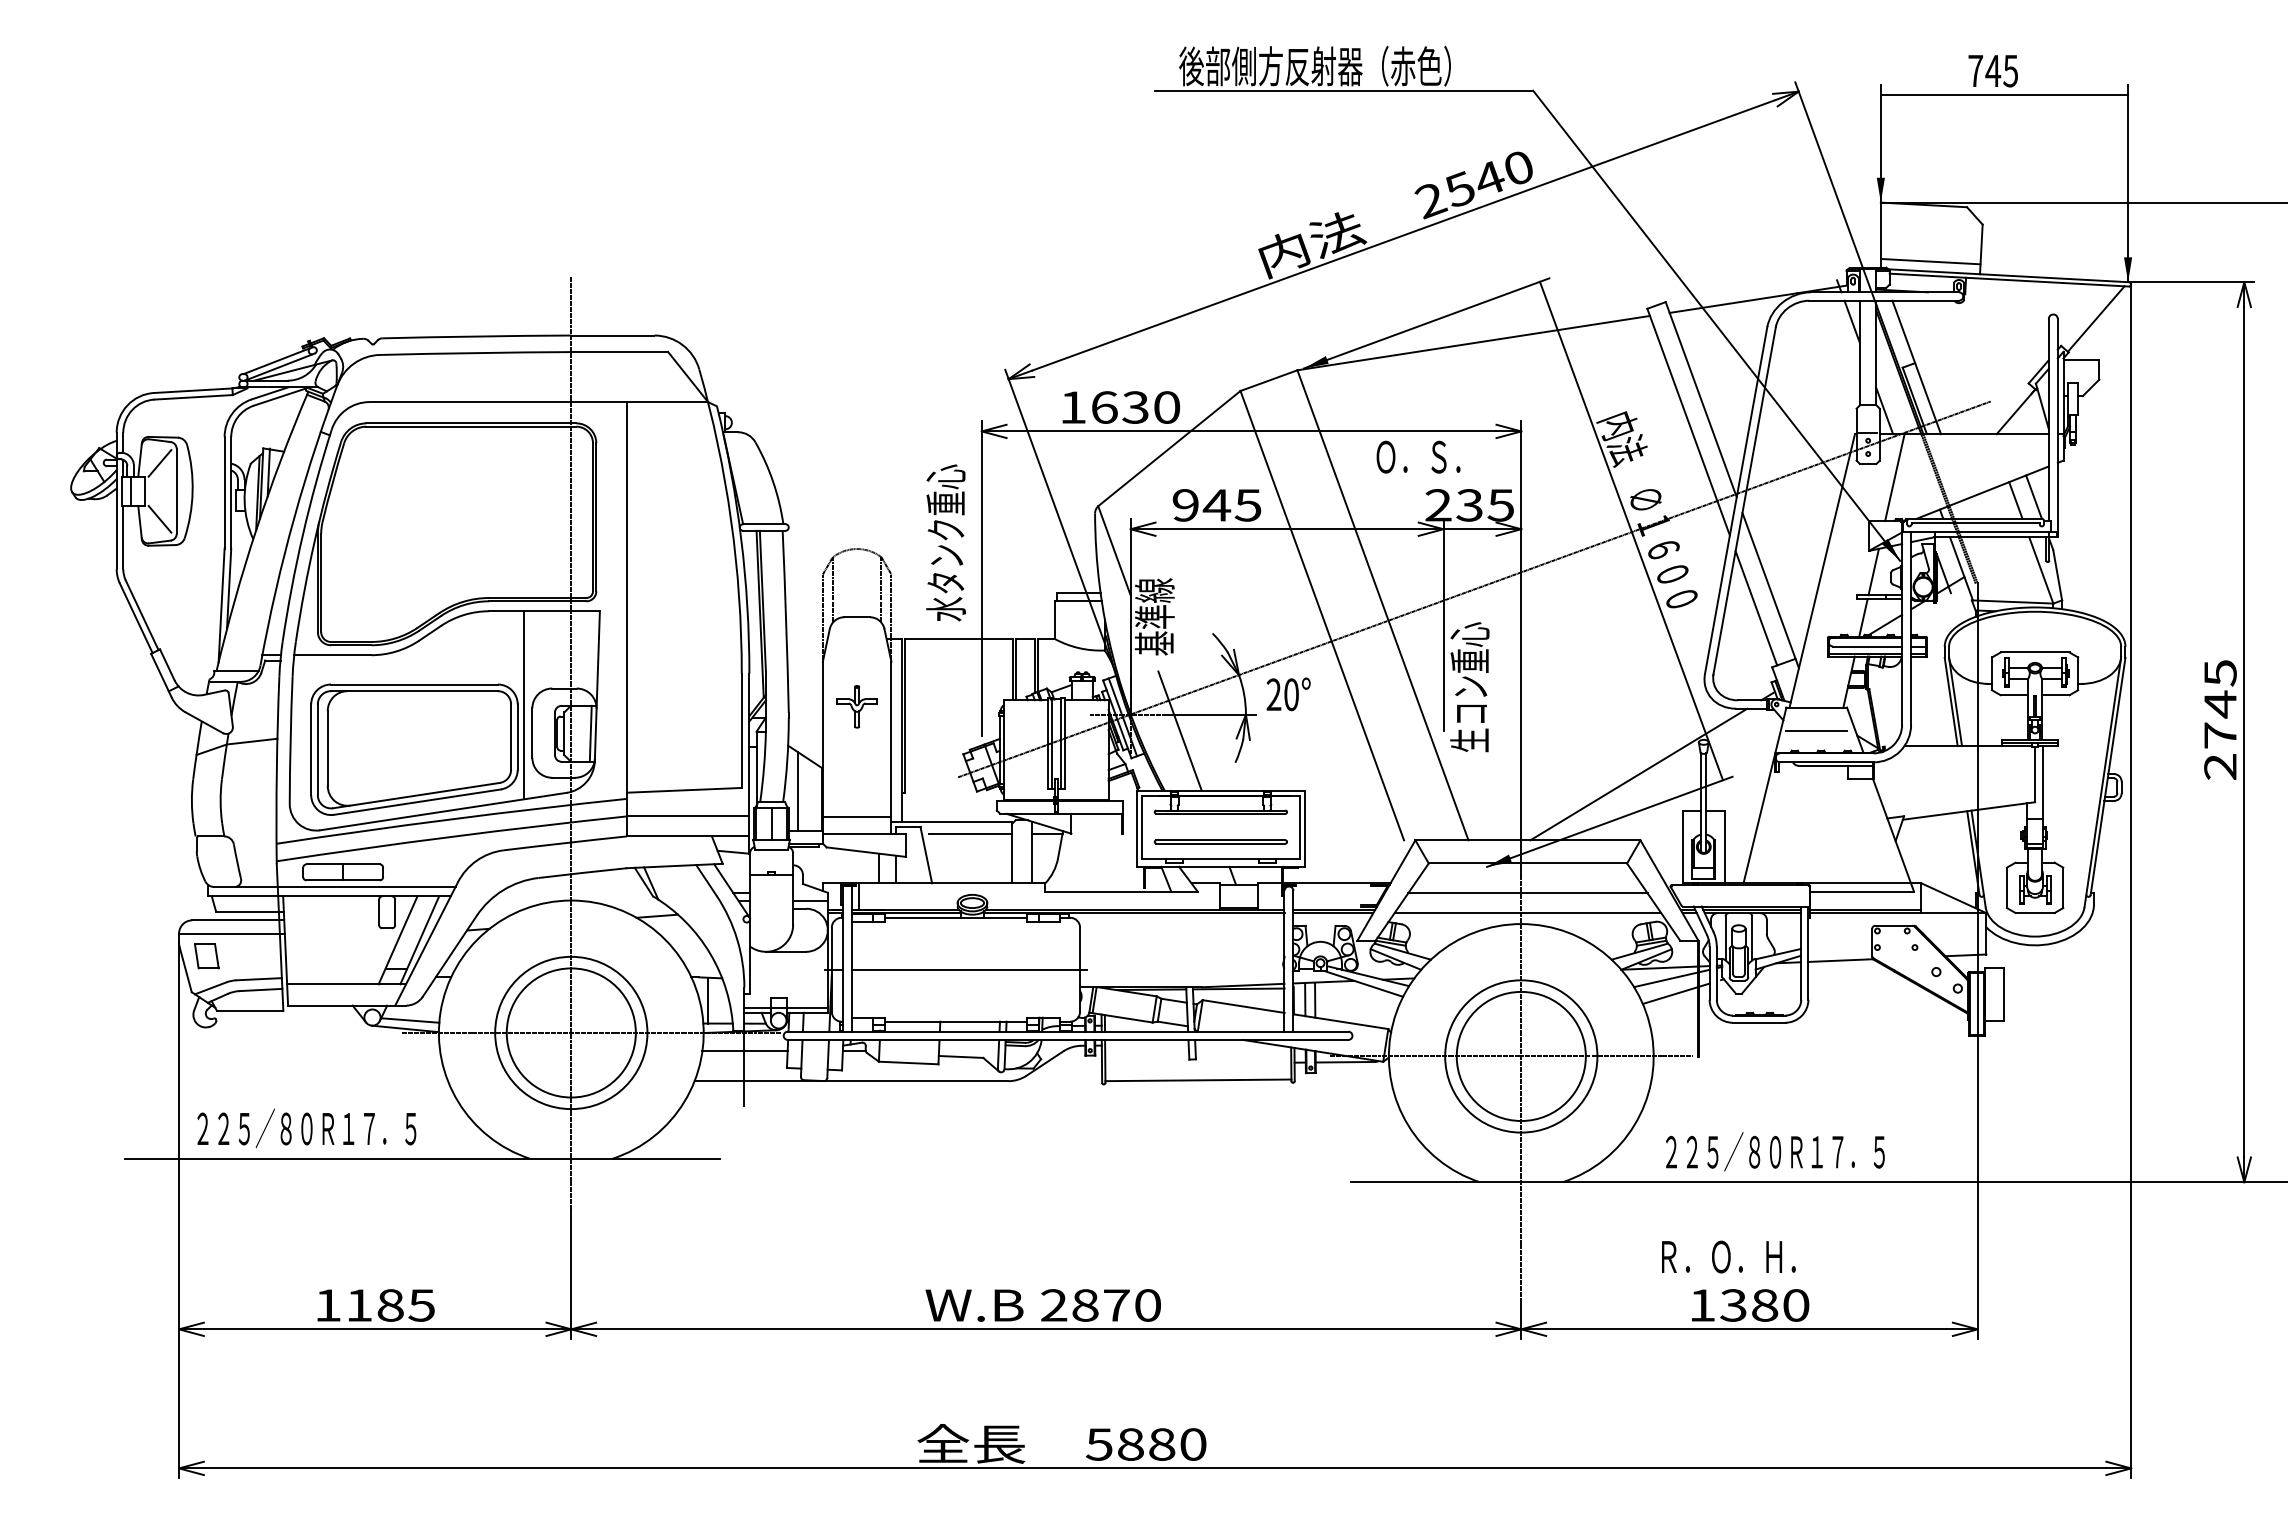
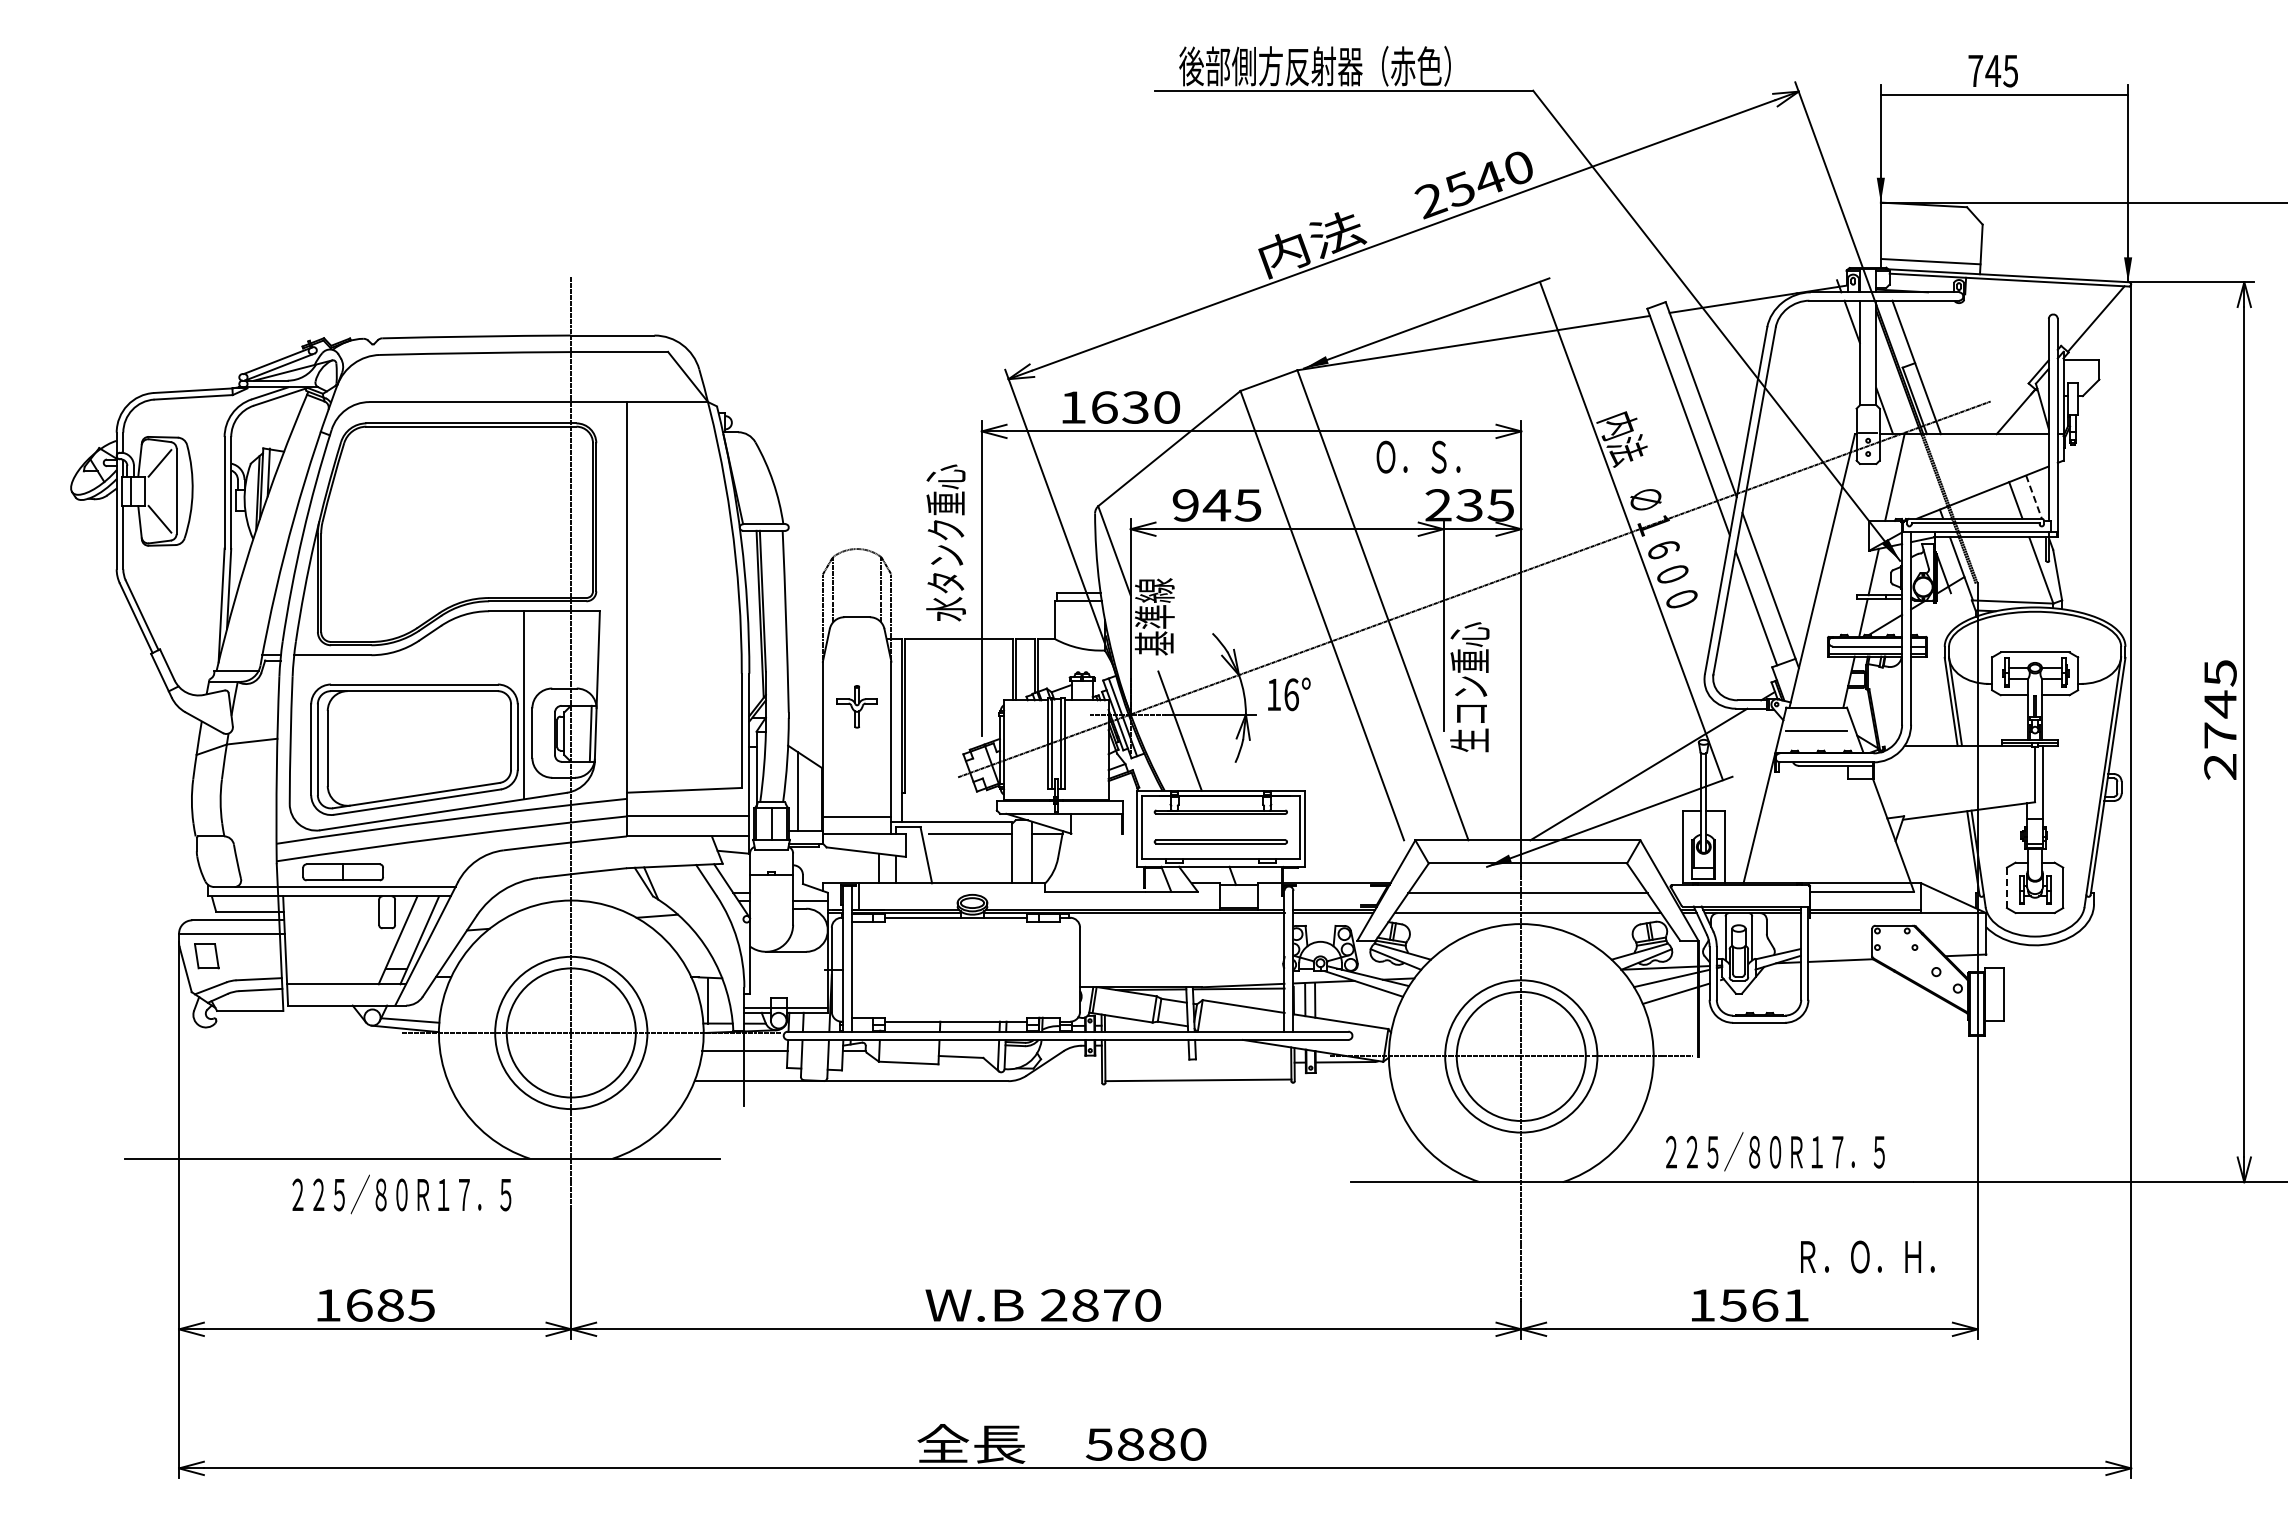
line at (2034, 497): solid -> dashed
text at (1282, 694): 20° -> 16°
line at (2006, 888): solid -> dashed
line at (968, 969): present -> none
text at (306, 1128) position: (306, 1128) -> (401, 1194)
text at (1728, 1256) position: (1728, 1256) -> (1867, 1256)
text at (359, 1305): 1185 -> 1685
text at (1764, 1305): 1380 -> 1561
